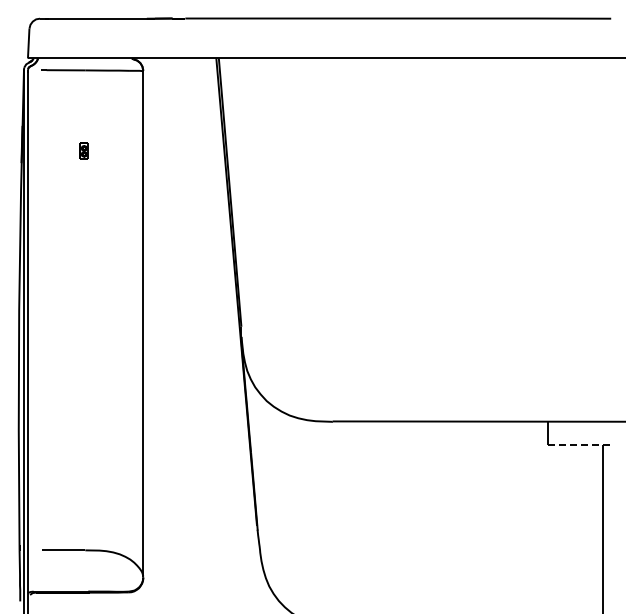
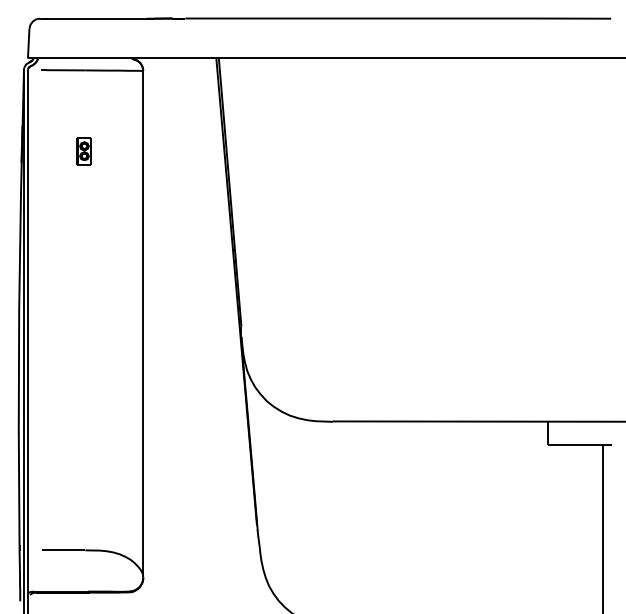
part at (83, 150) size: 10x18 px -> 16x29 px
line at (580, 445): dashed -> solid
